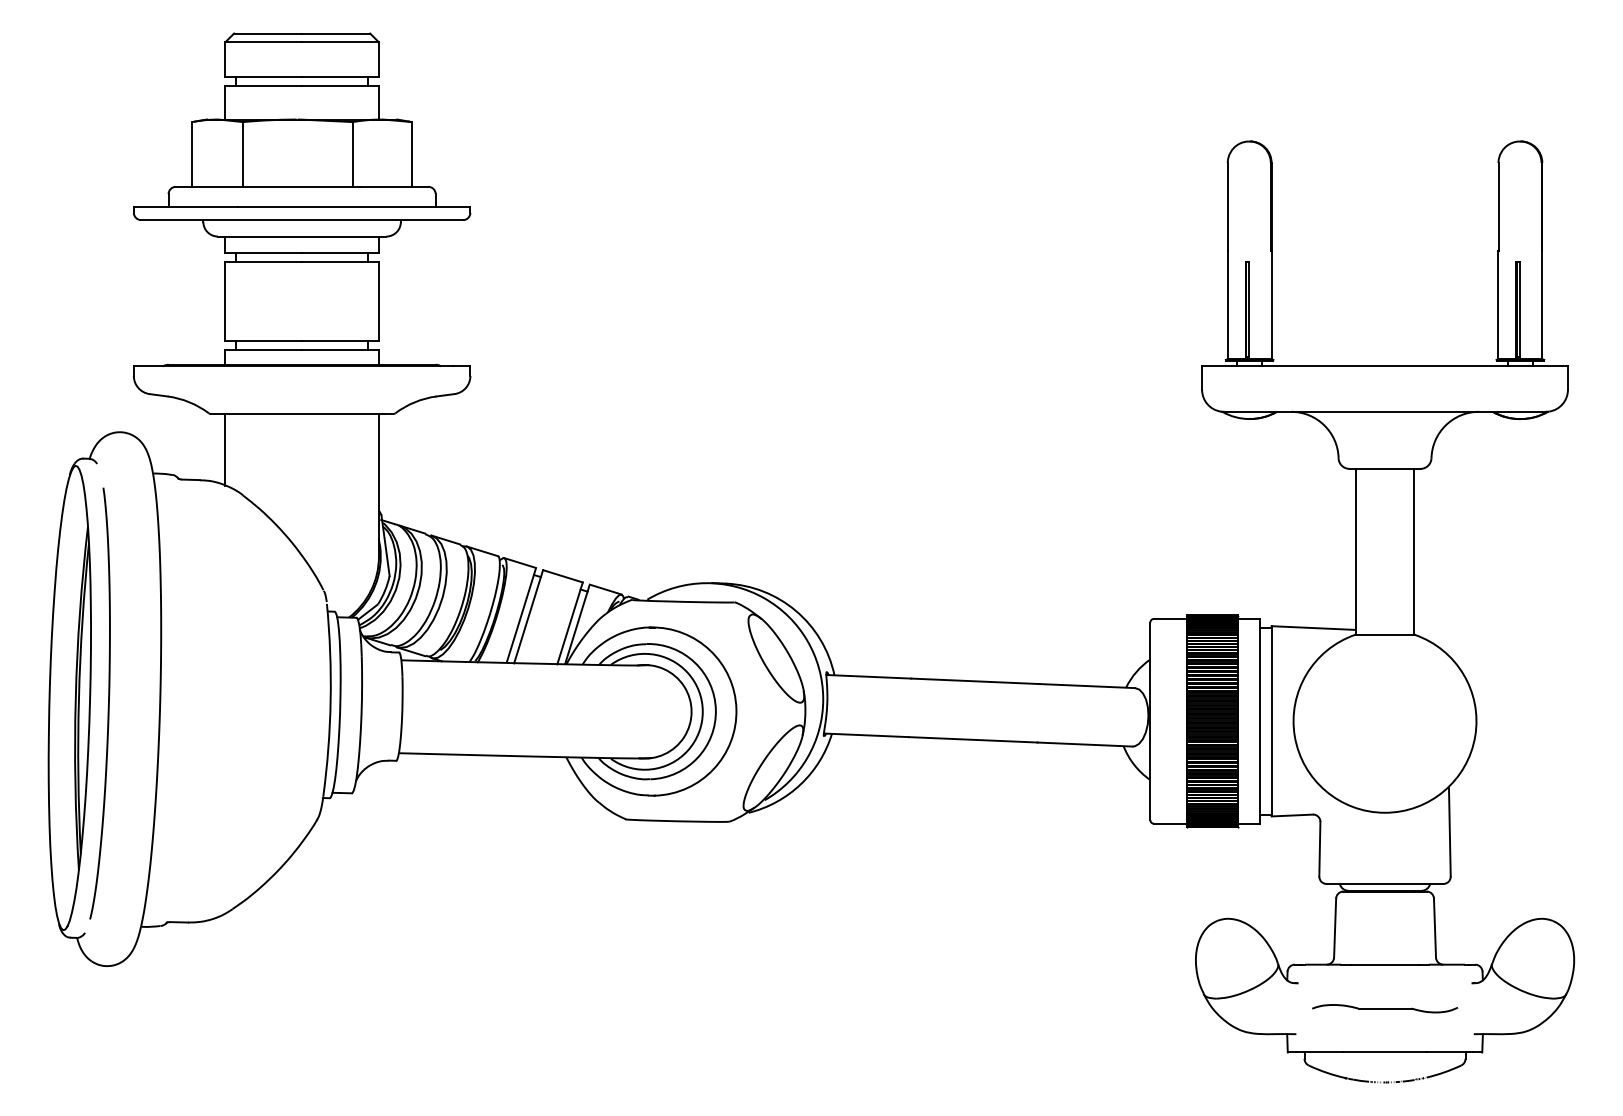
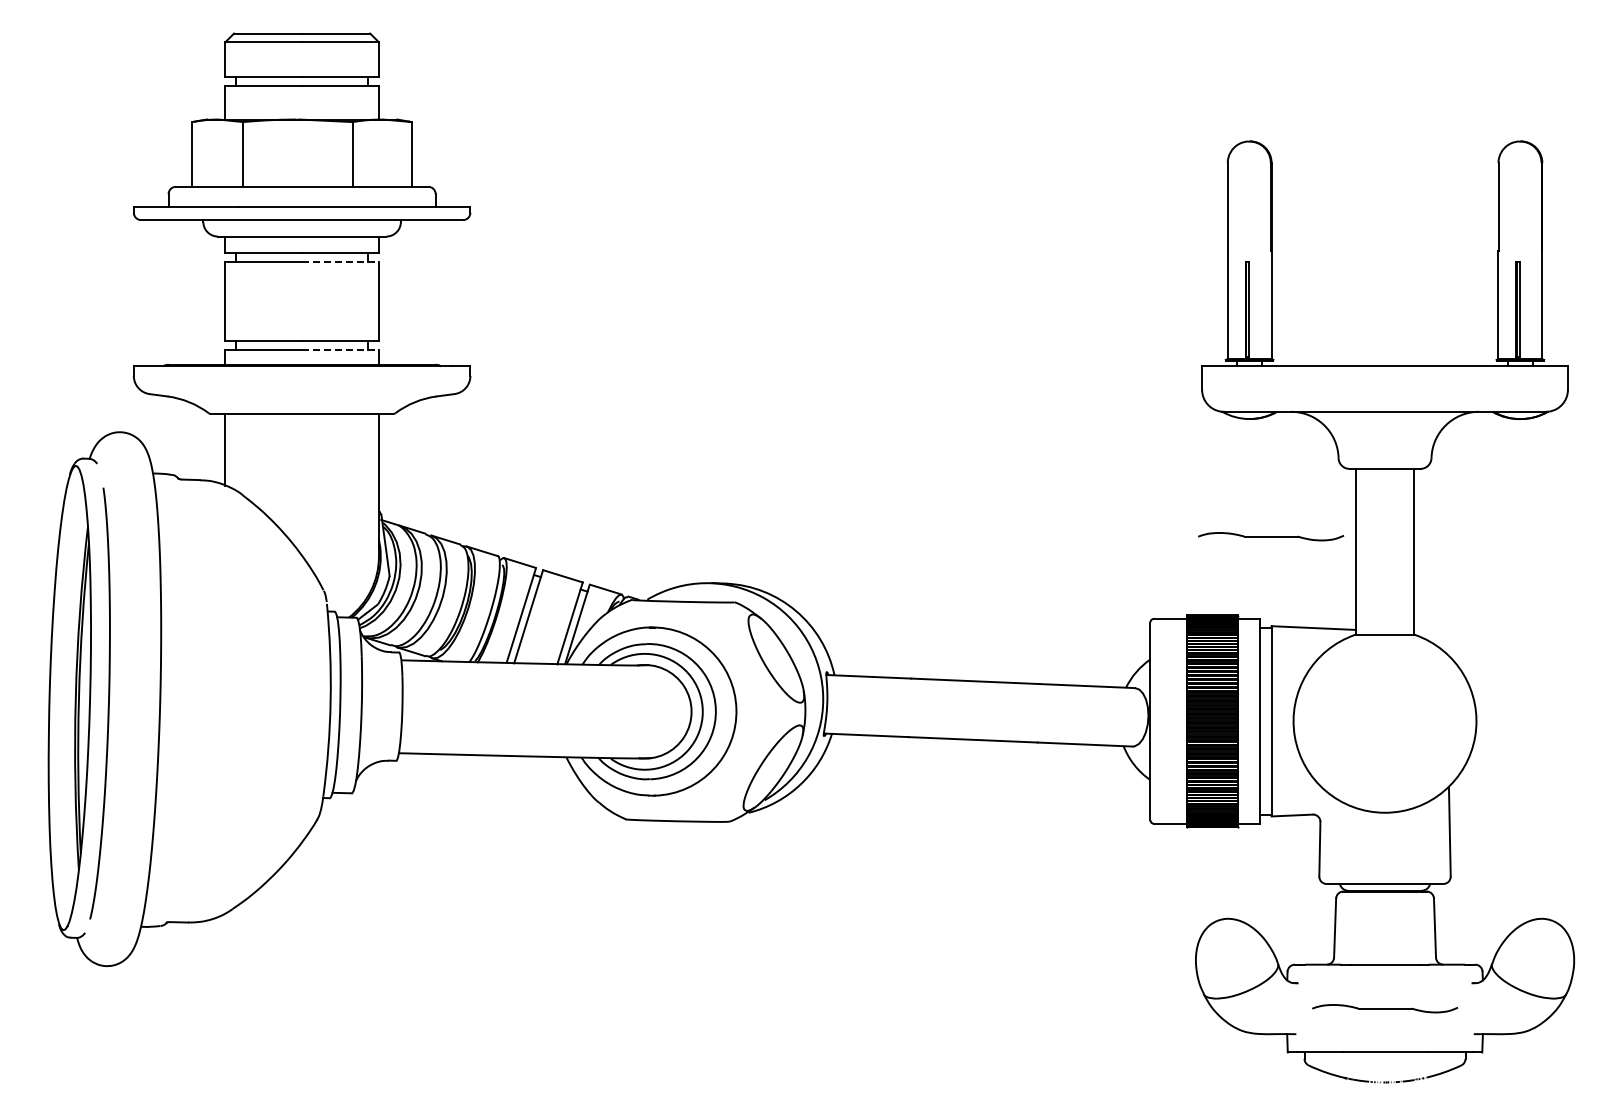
line at (340, 261): solid -> dashed
line at (340, 349): solid -> dashed
part at (1271, 536): none -> present
